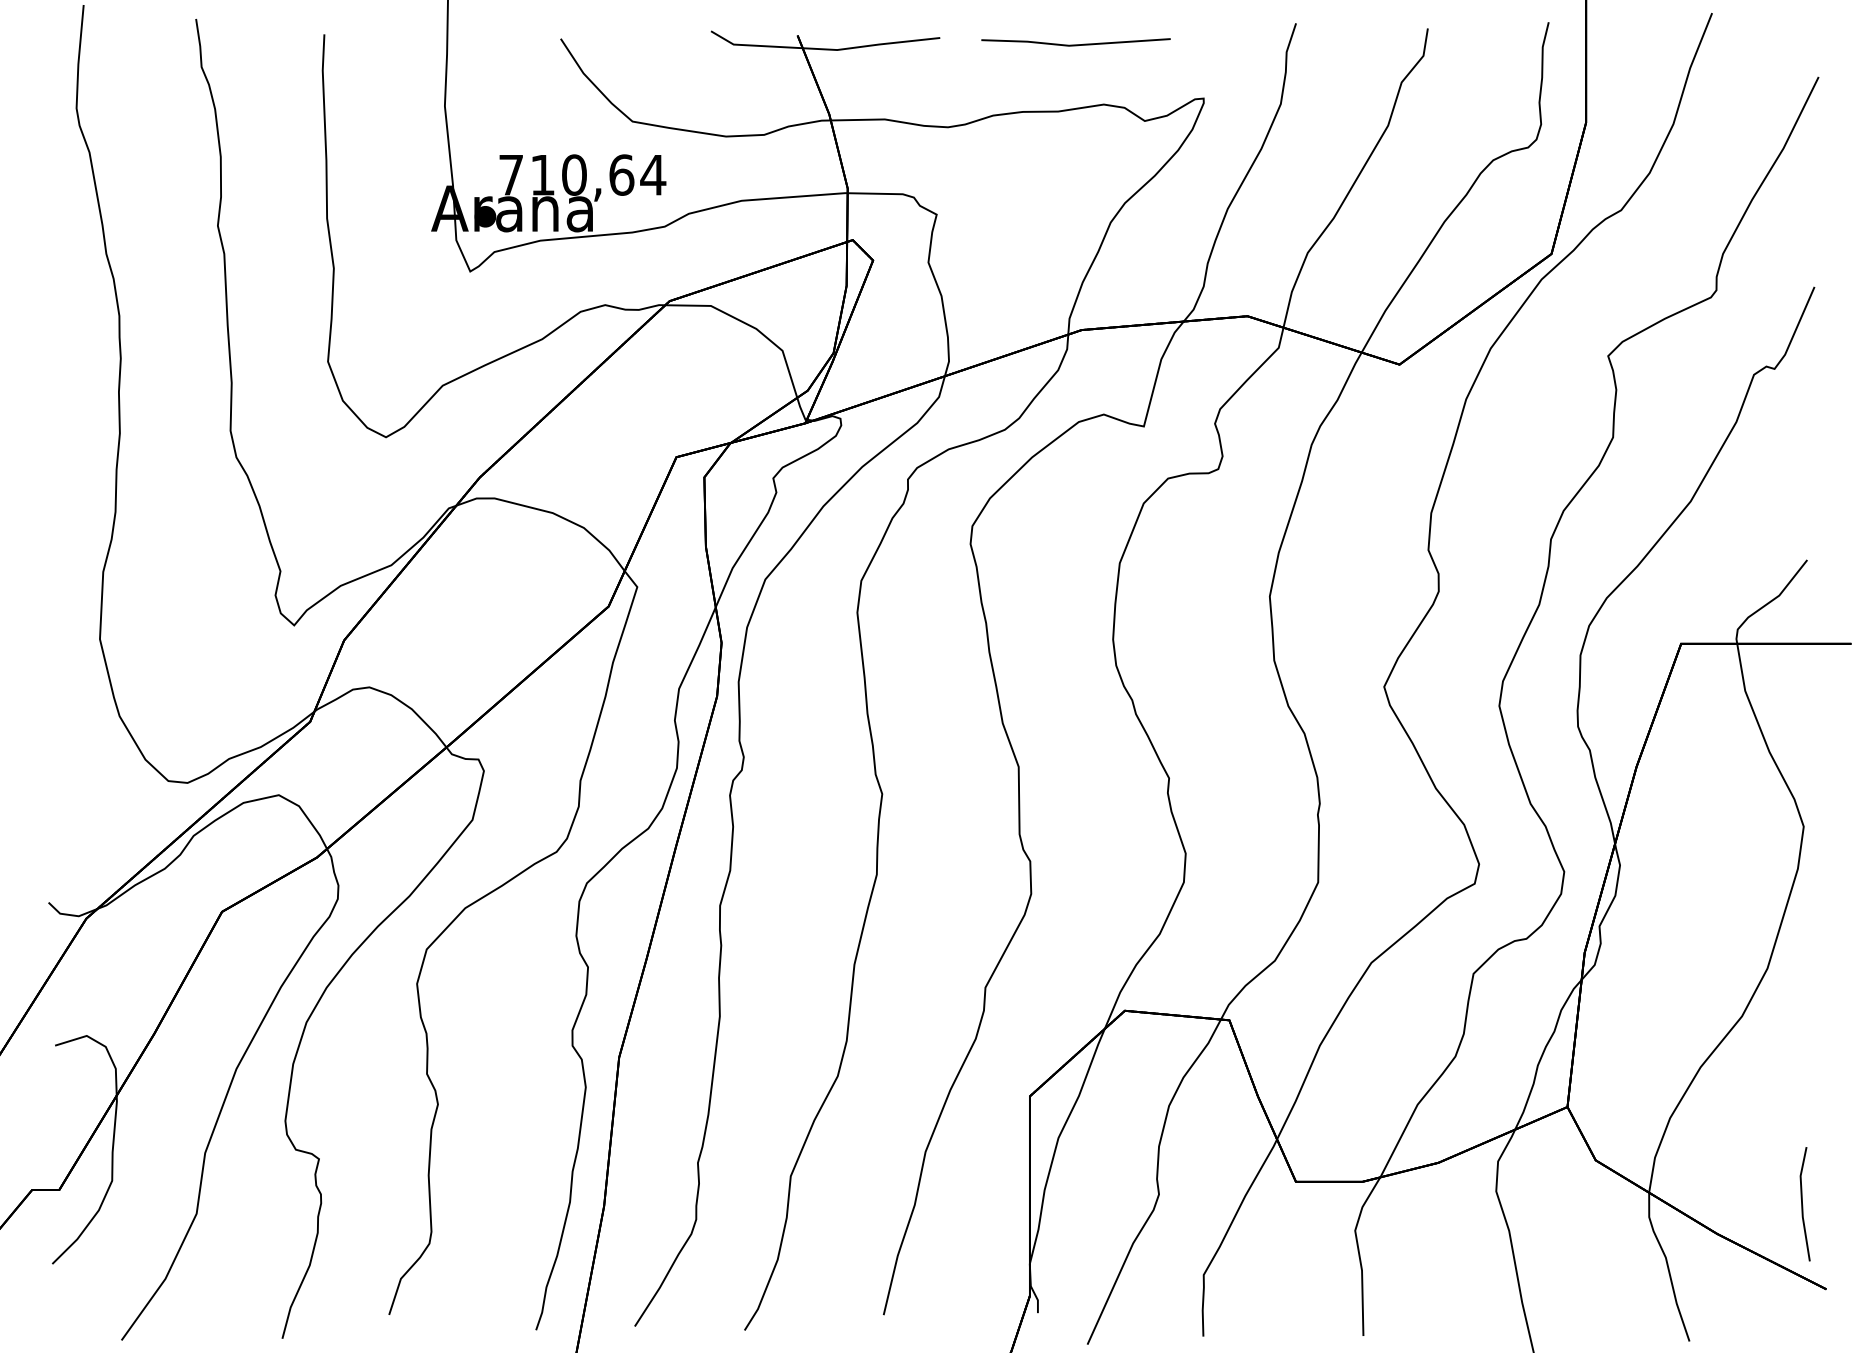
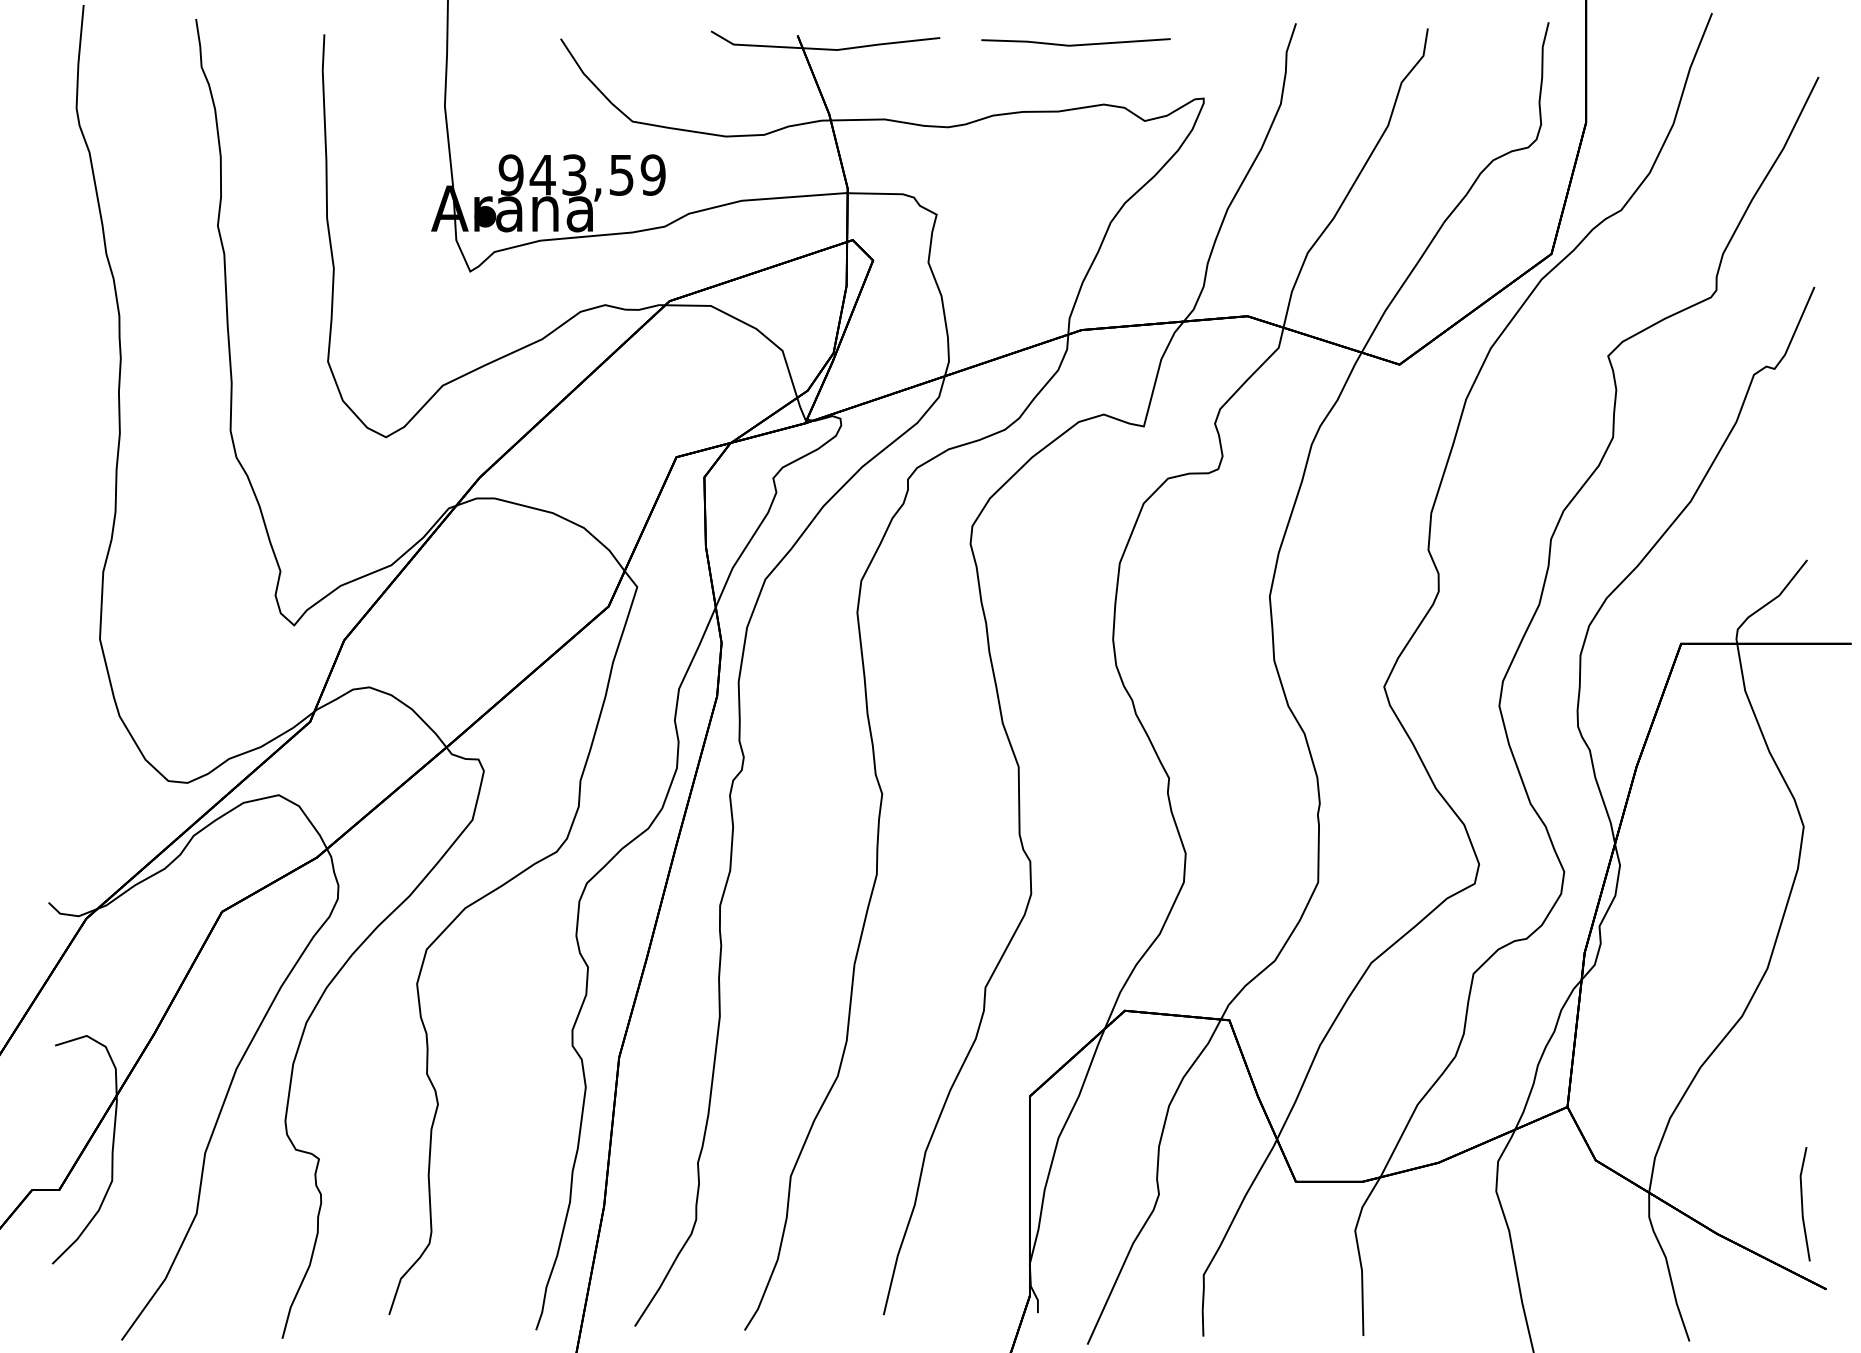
text at (582, 174): 710,64 -> 943,59
